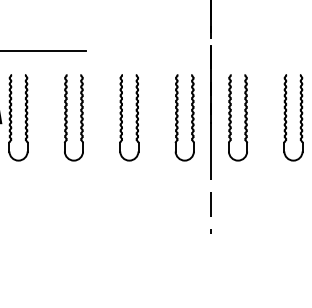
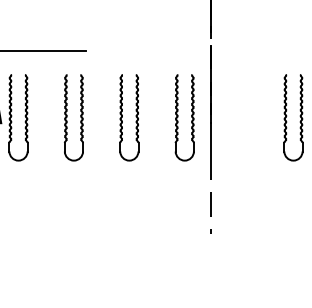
part at (237, 117): present -> none
